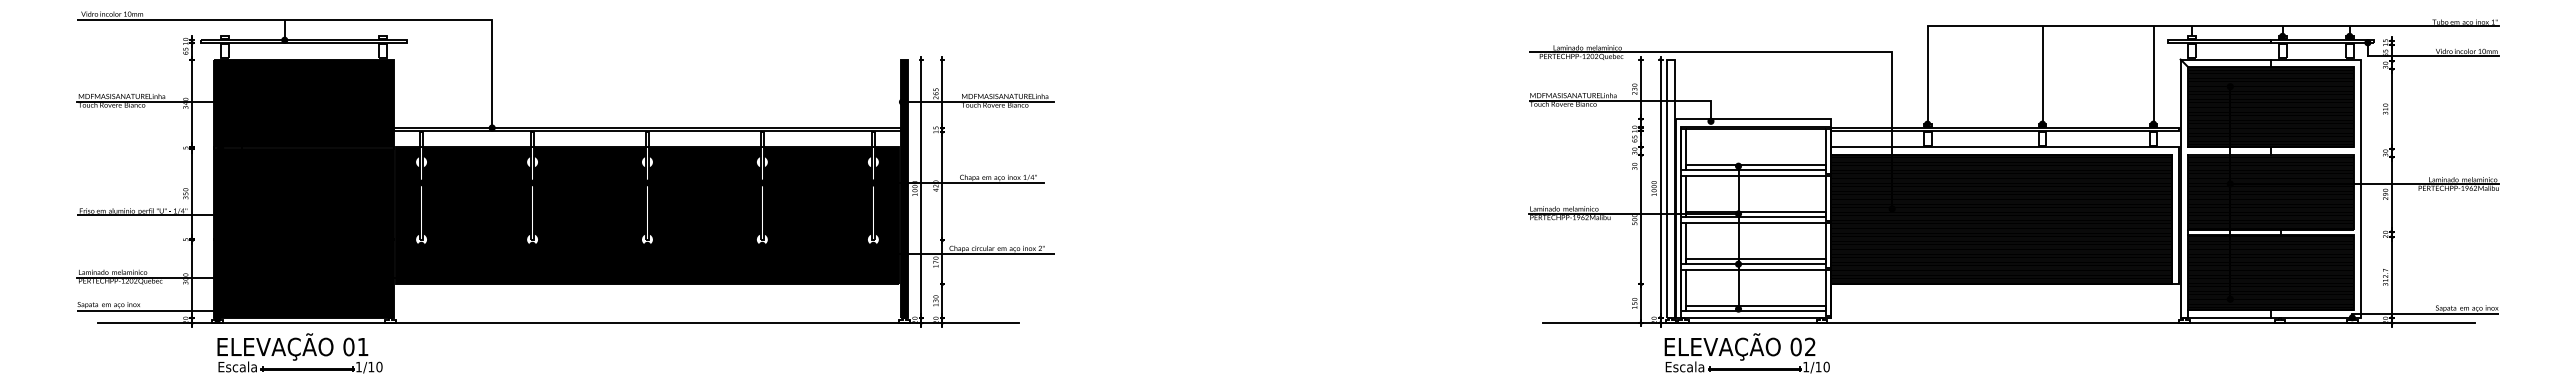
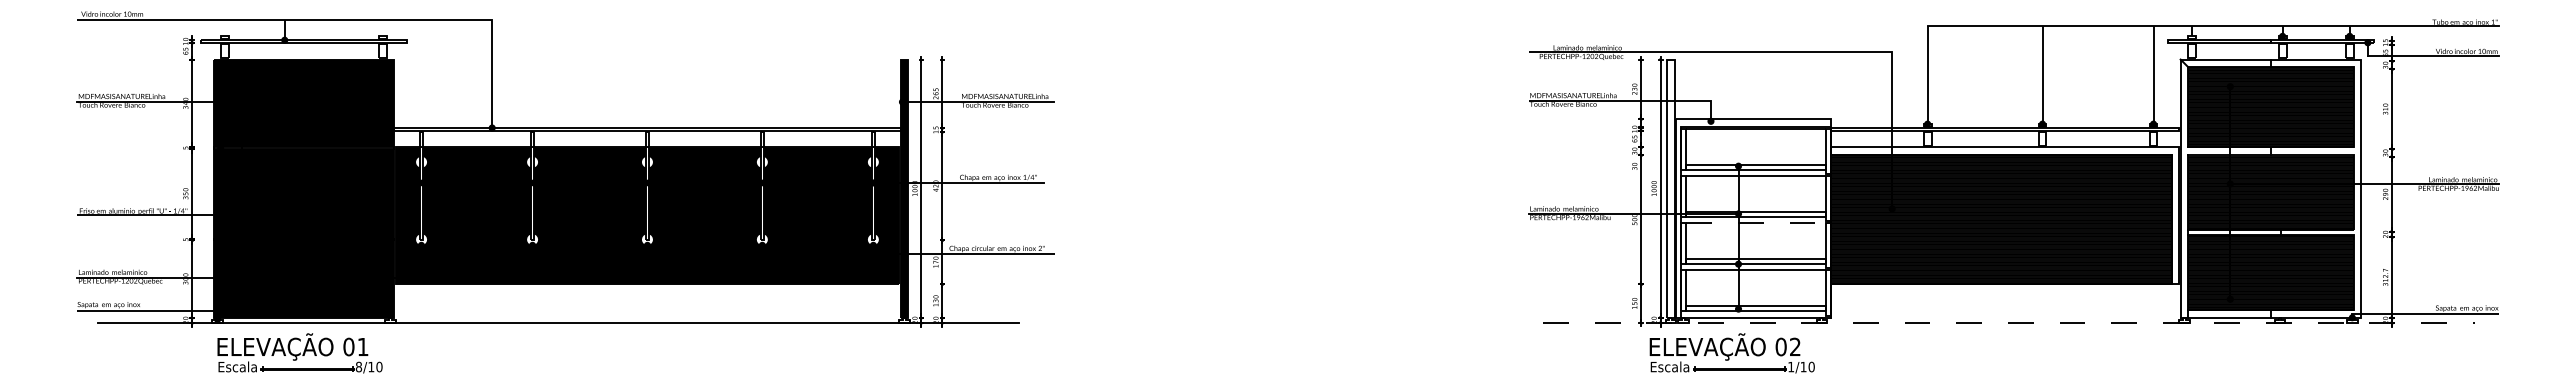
line at (1755, 222): solid -> dashed
line at (2009, 322): solid -> dashed
part at (1746, 353) position: (1746, 353) -> (1731, 353)
text at (358, 366): 1/10 -> 8/10
